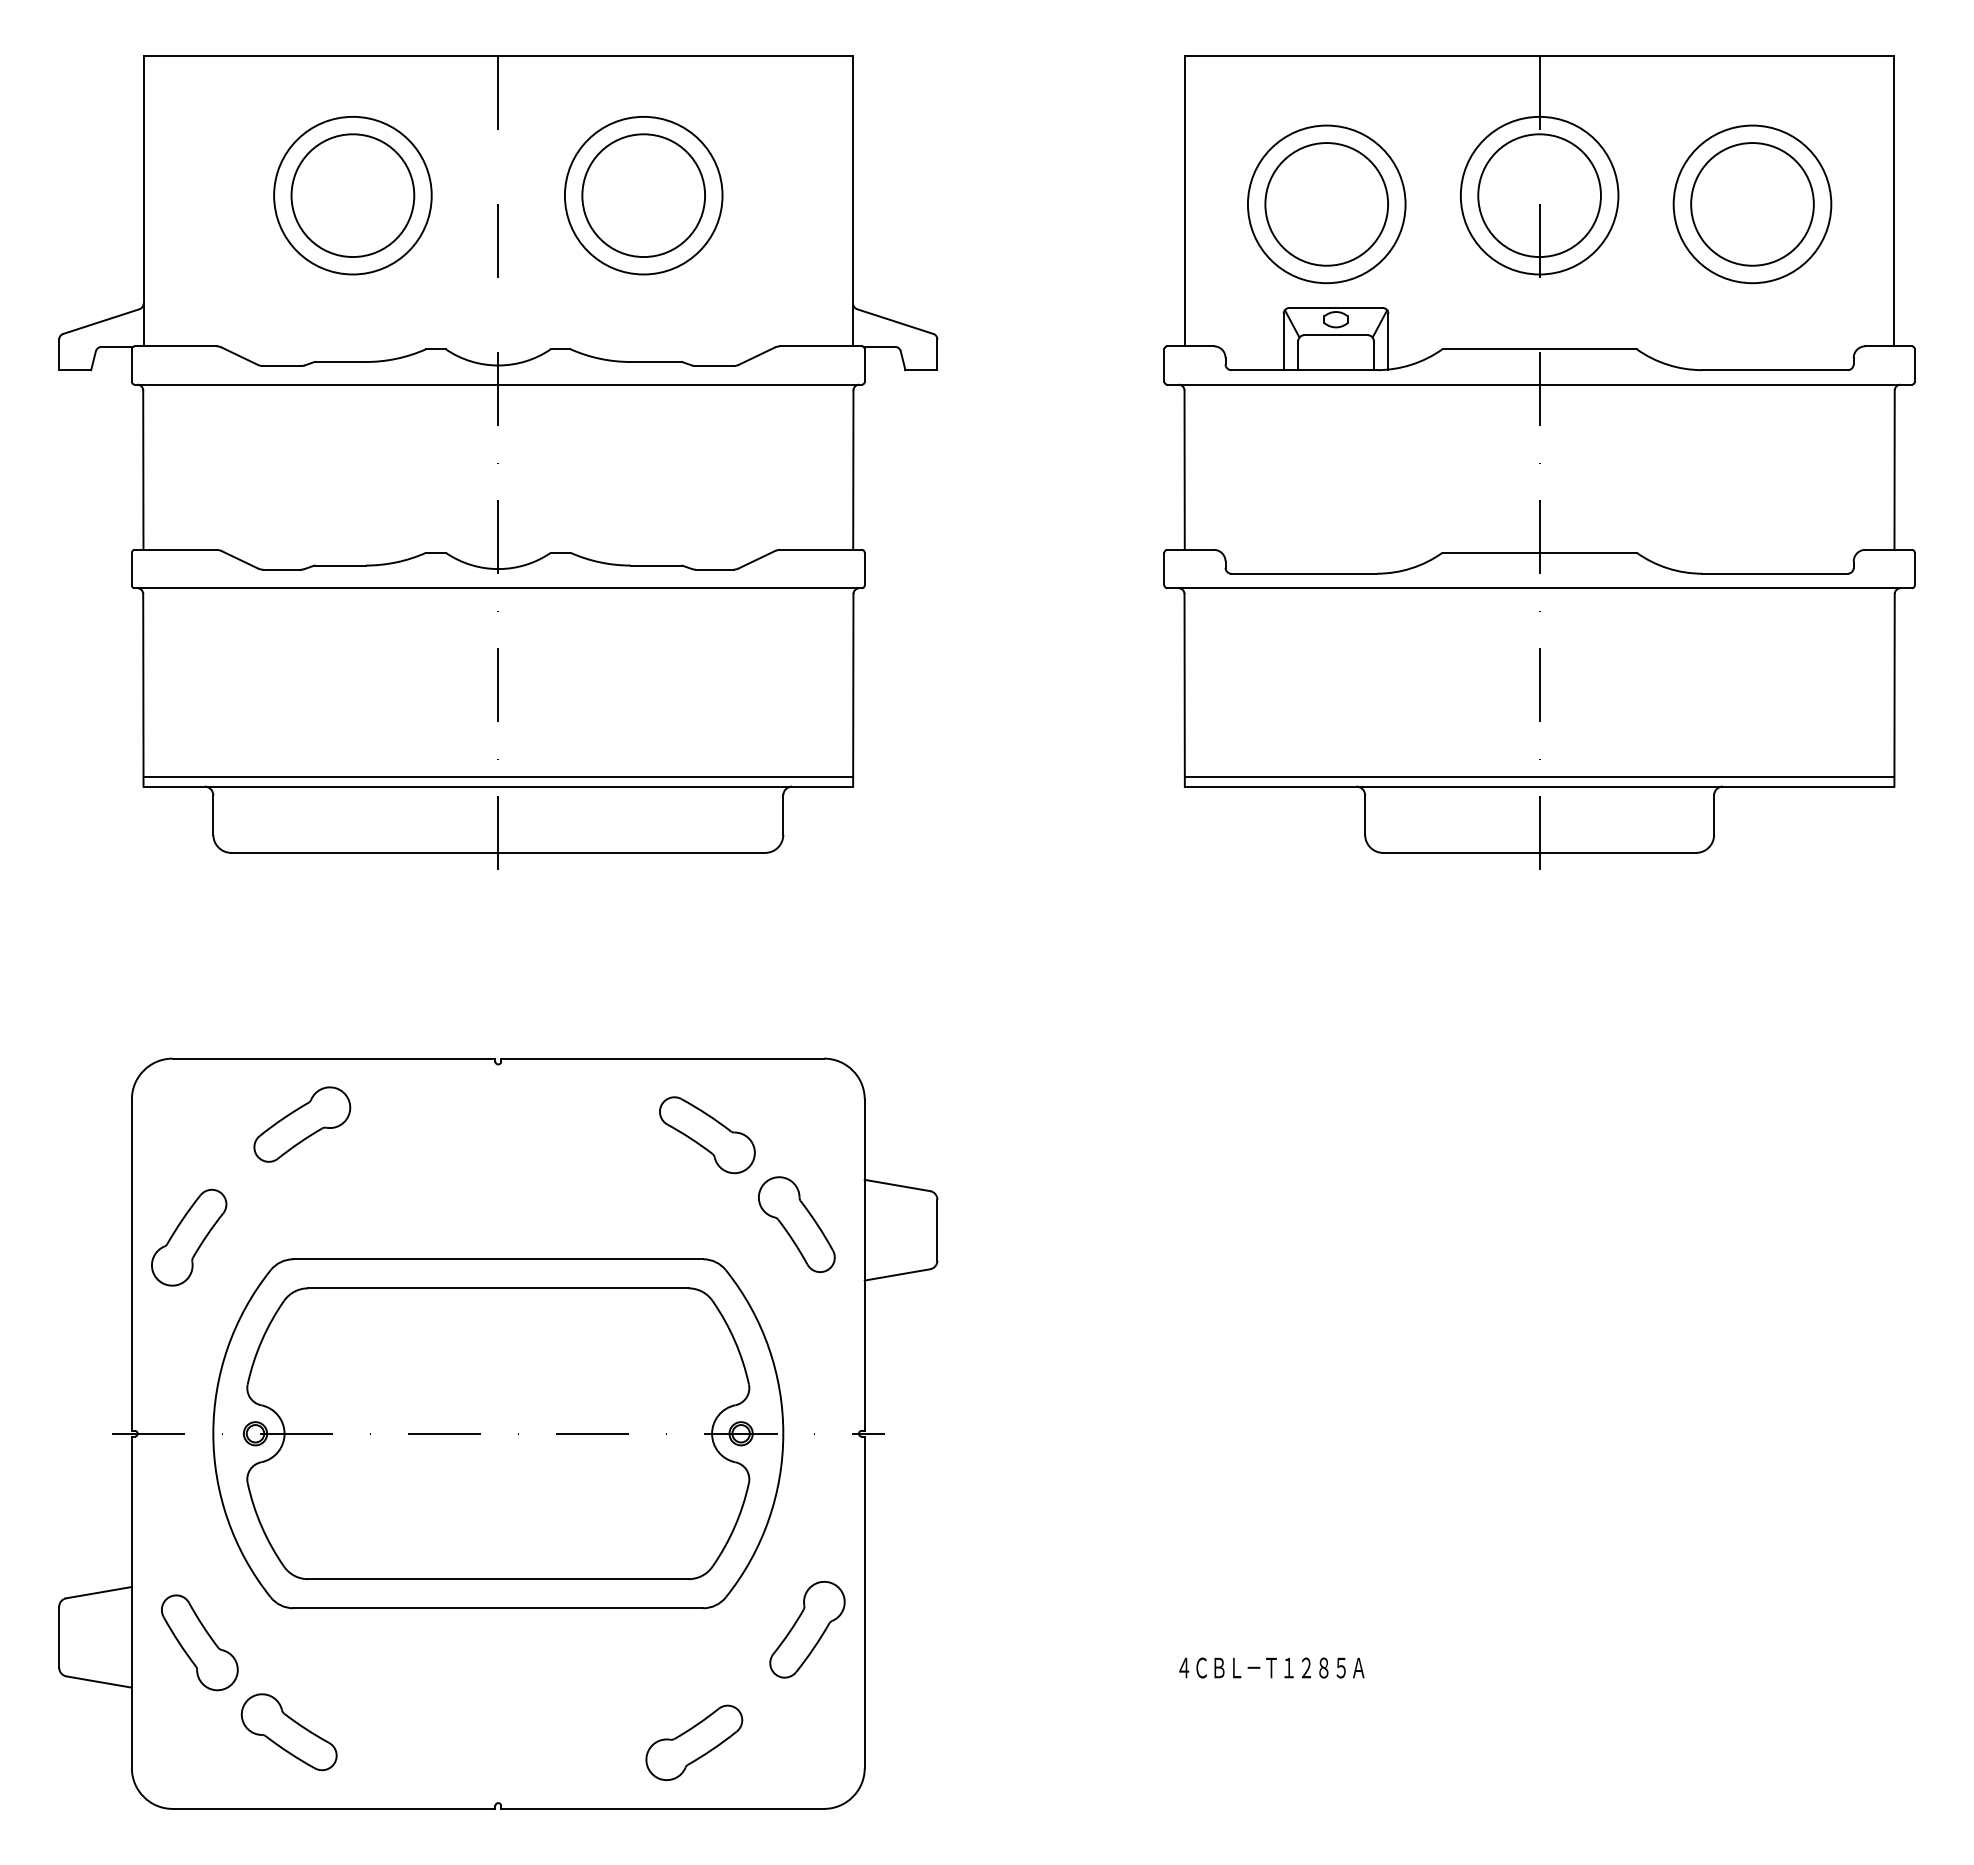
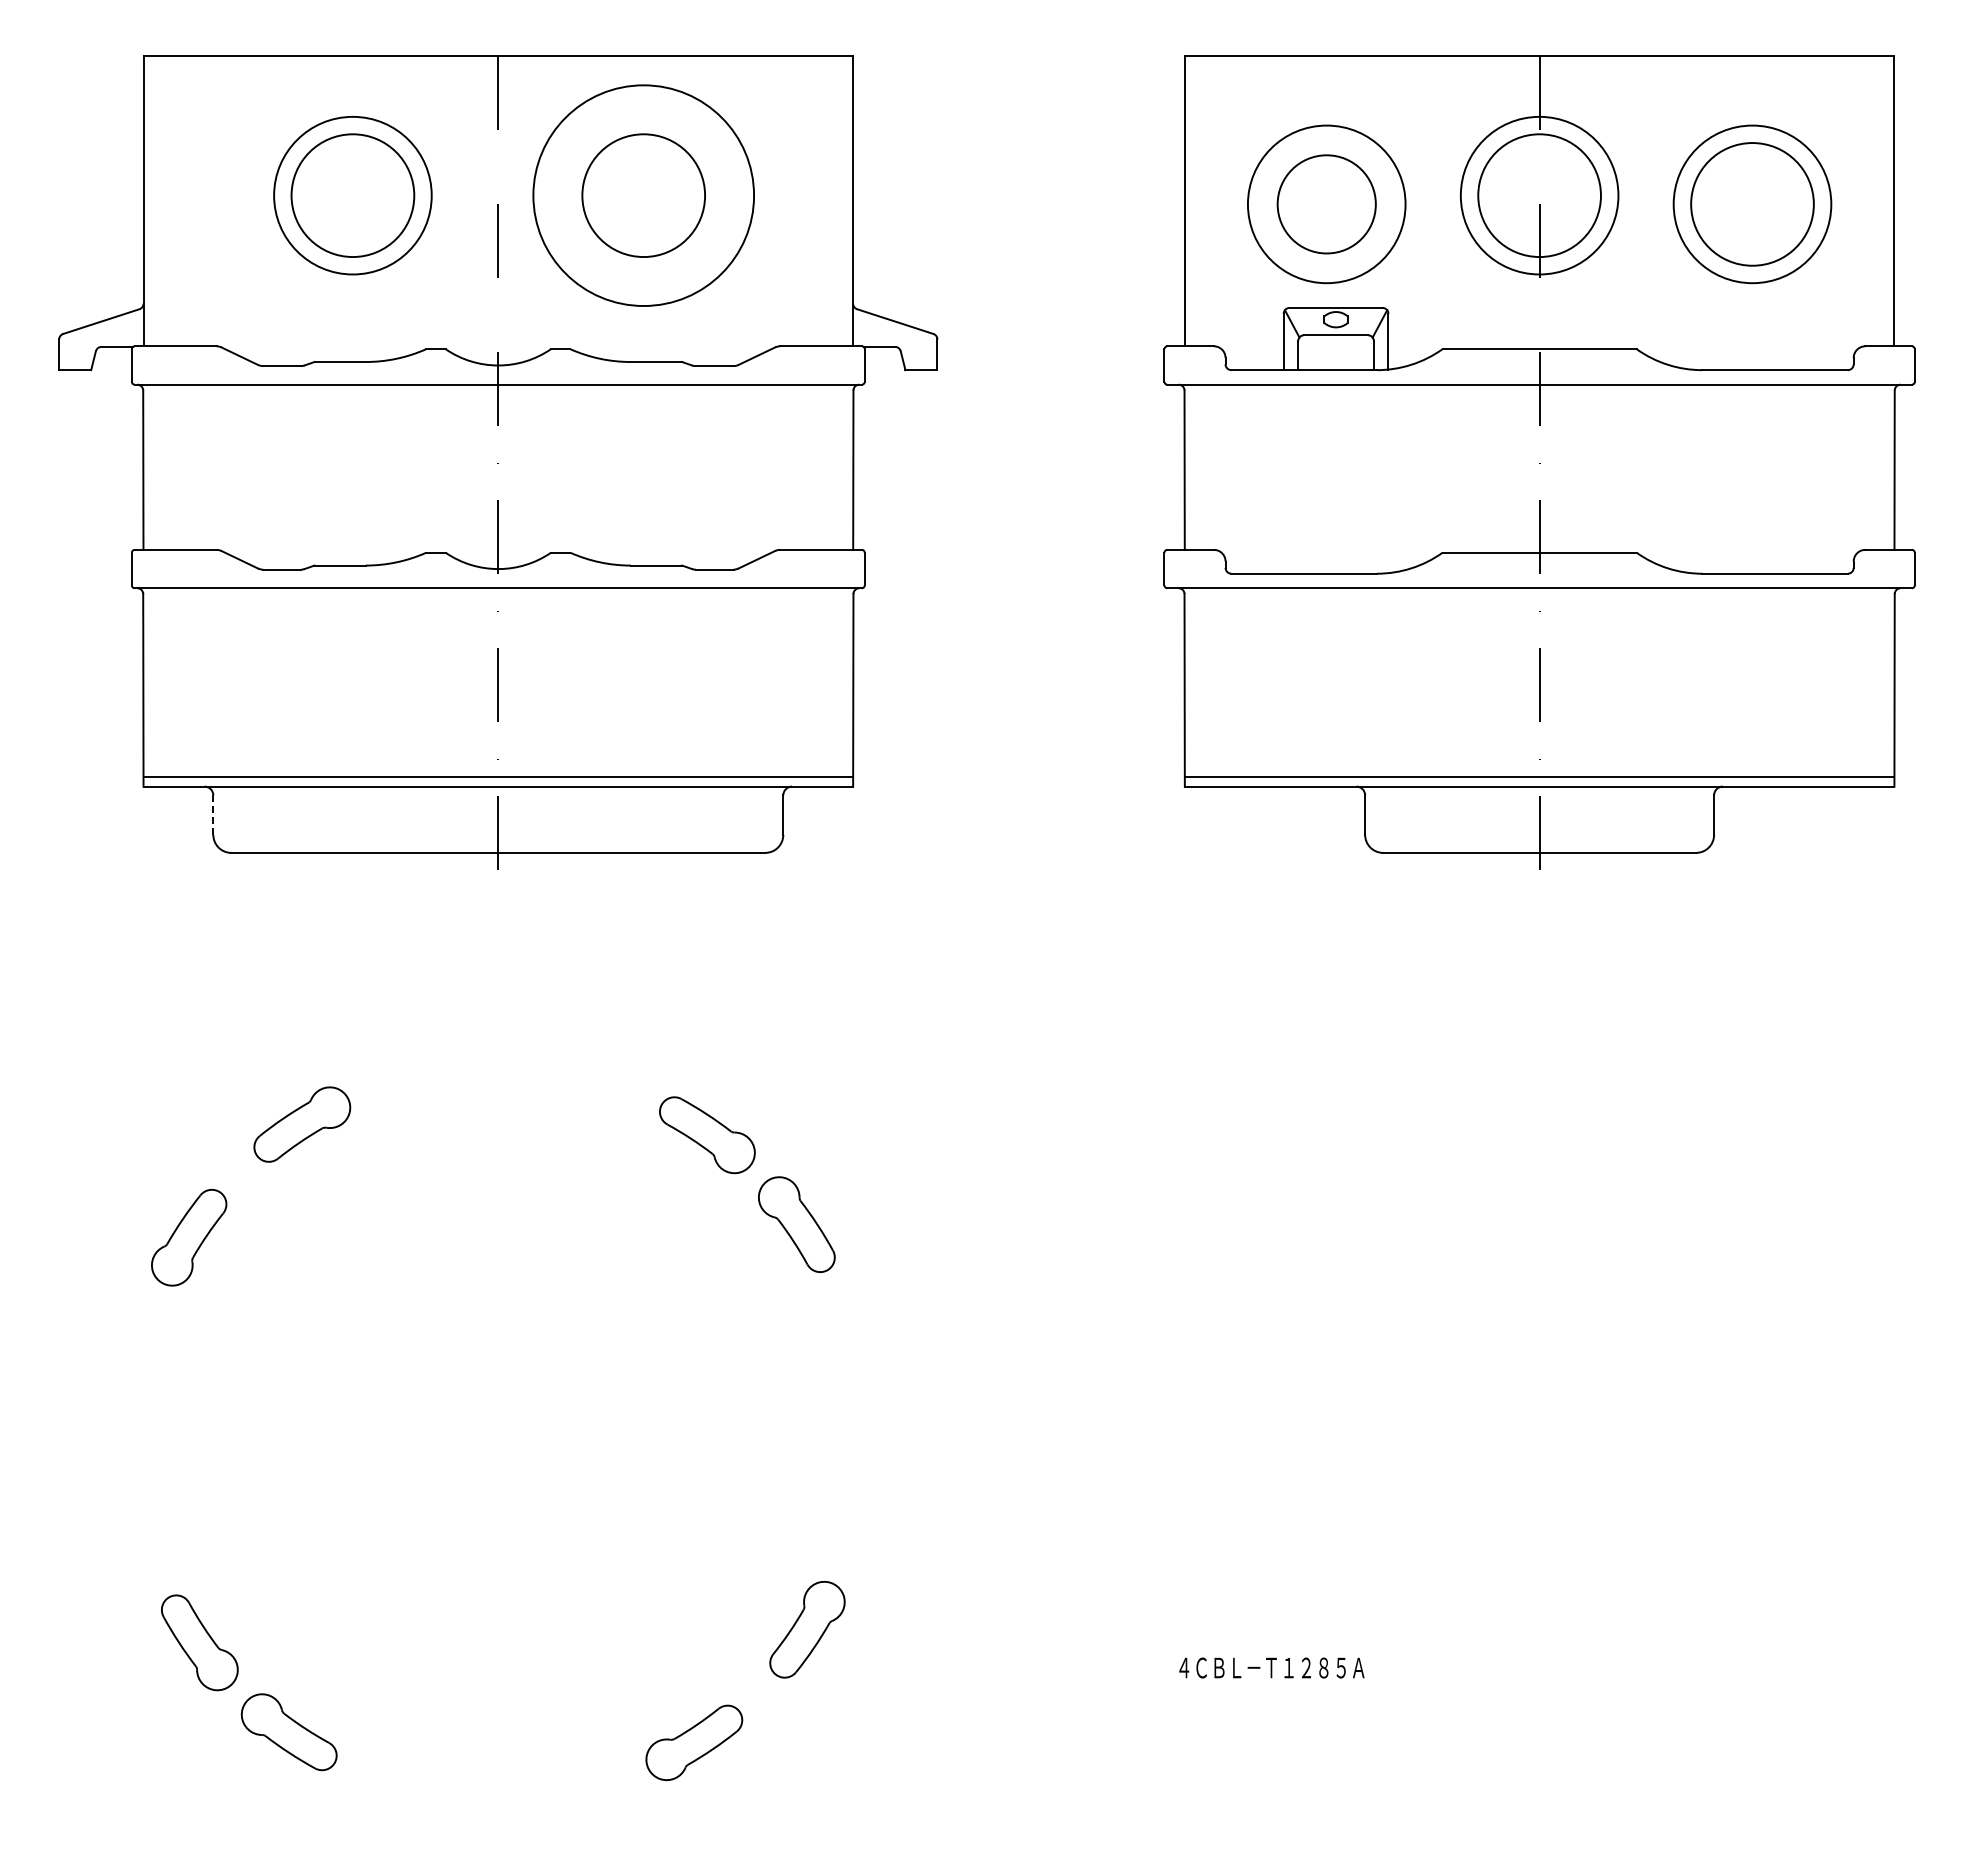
circle at (643, 195) diameter: 158 px -> 221 px
circle at (1326, 204) diameter: 123 px -> 98 px
line at (213, 815): solid -> dashed
part at (498, 1433): present -> none
